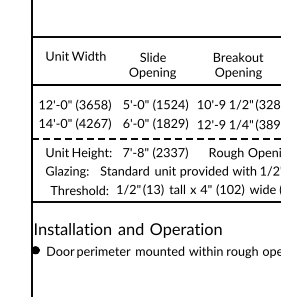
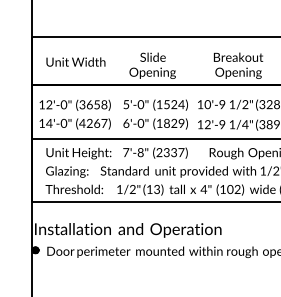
text at (75, 55) position: (75, 55) -> (75, 61)
line at (157, 139): dashed -> solid
text at (78, 189) position: (78, 189) -> (73, 188)
